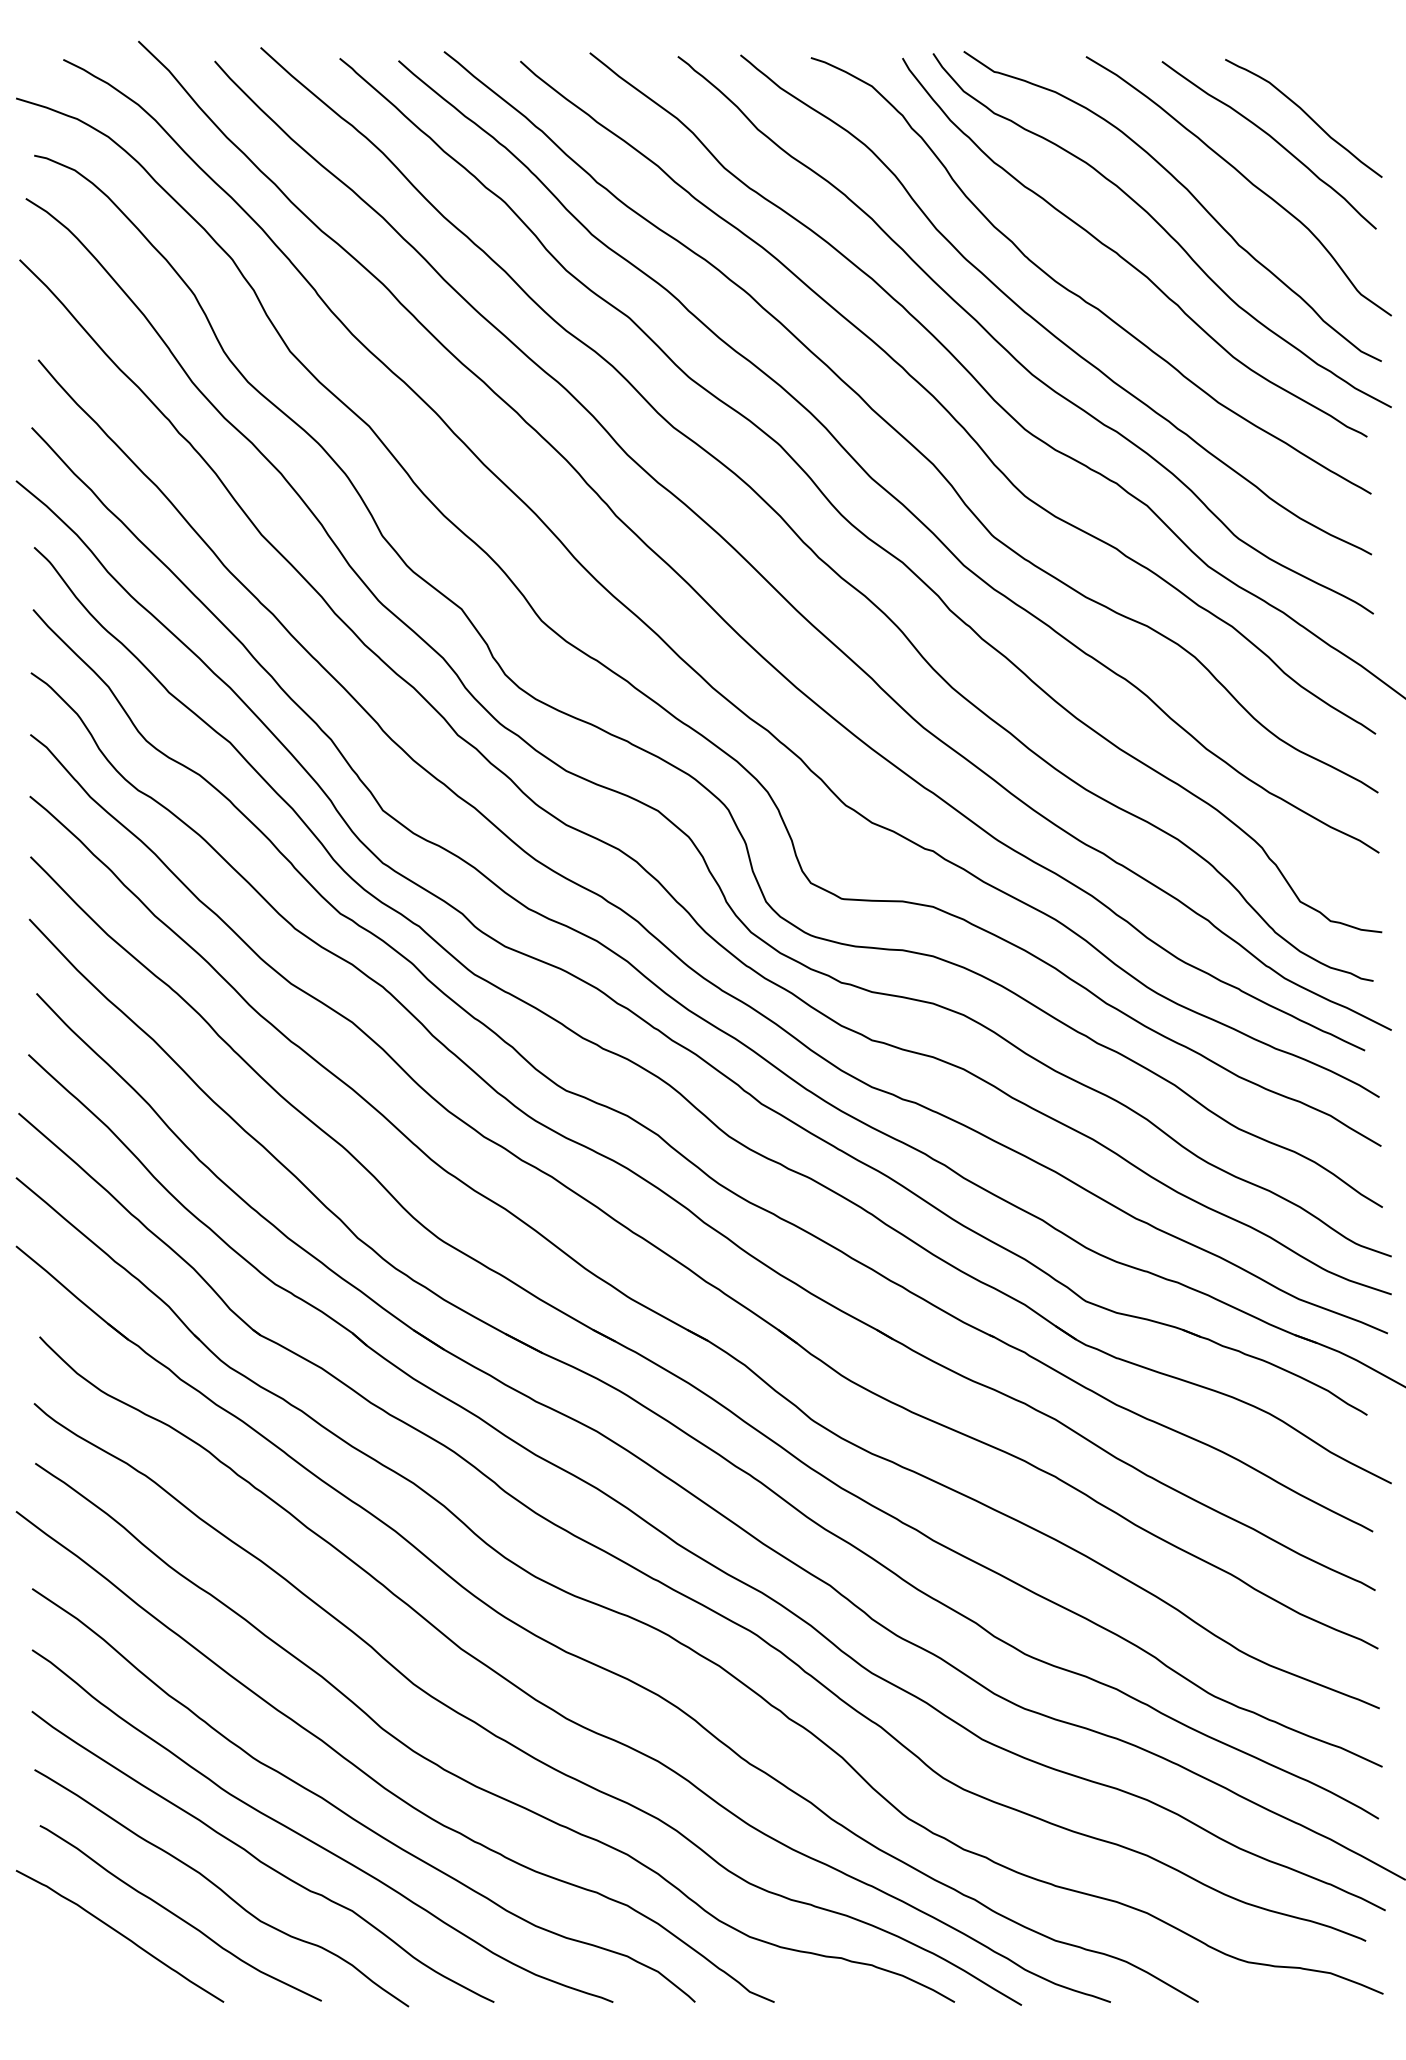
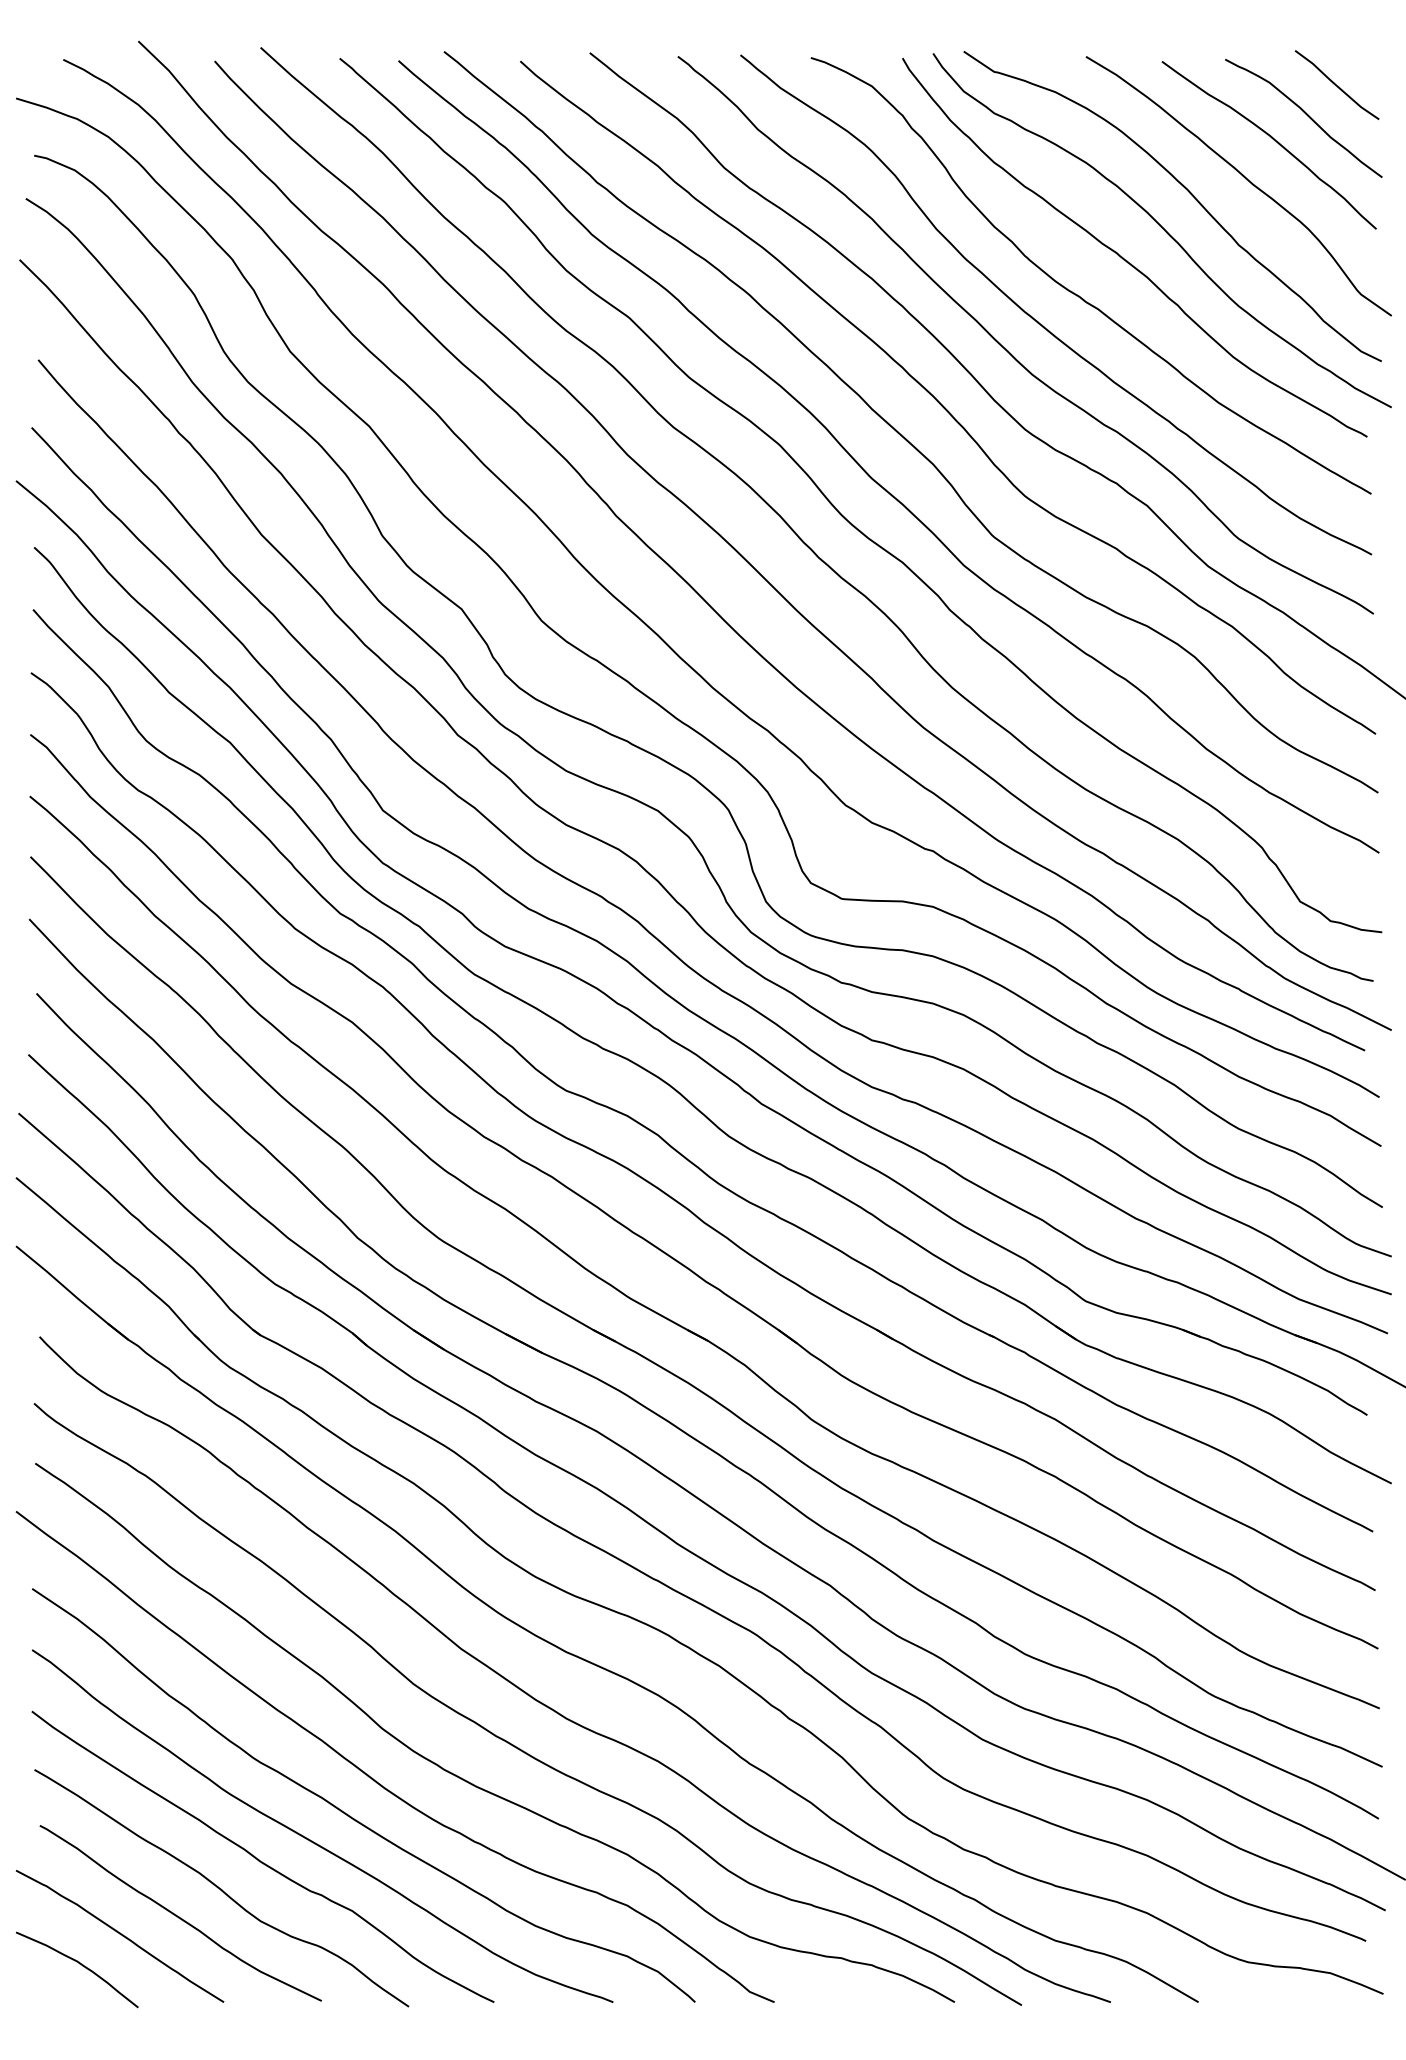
line at (1336, 84): none -> present
curve at (79, 1964): none -> present
